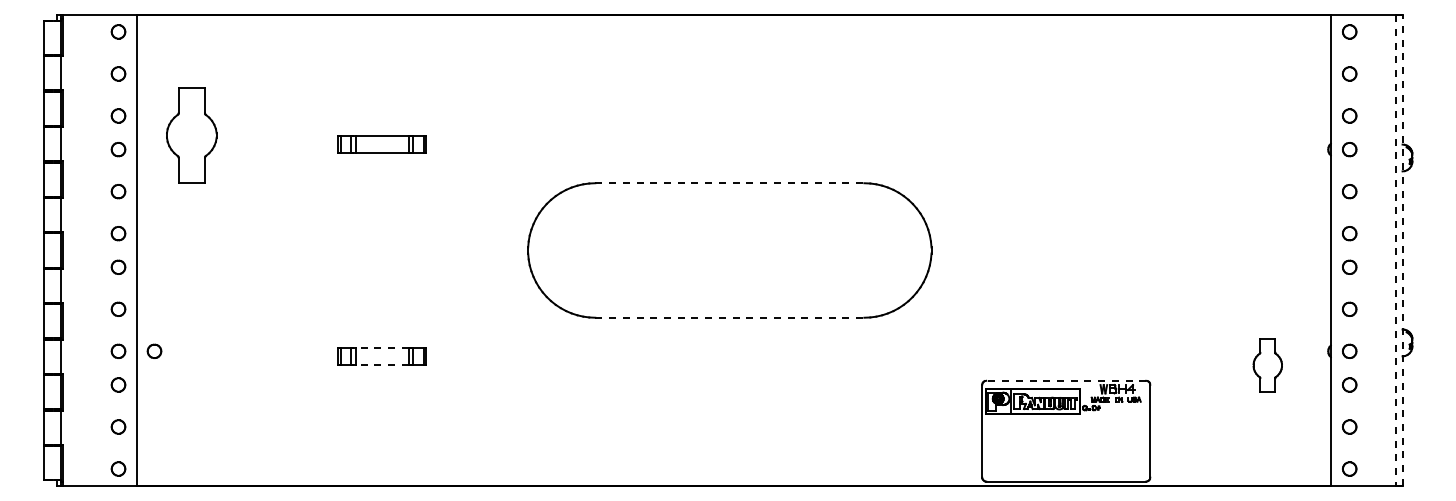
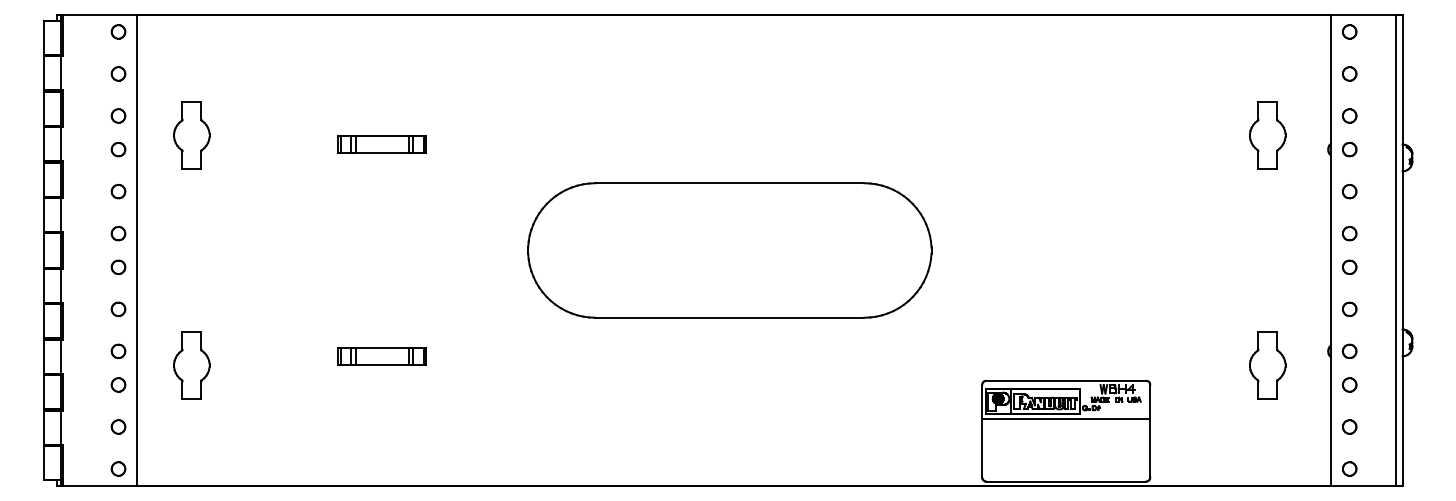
part at (191, 135) size: 52x97 px -> 38x69 px
part at (1267, 135): none -> present
line at (730, 183): dashed -> solid
line at (1402, 249): dashed -> solid
line at (1396, 250): dashed -> solid
line at (730, 317): dashed -> solid
line at (382, 347): dashed -> solid
part at (154, 350): present -> none
line at (382, 364): dashed -> solid
part at (191, 365): none -> present
part at (1267, 365) size: 31x55 px -> 38x69 px
line at (1065, 380): dashed -> solid
line at (1065, 418): none -> present
